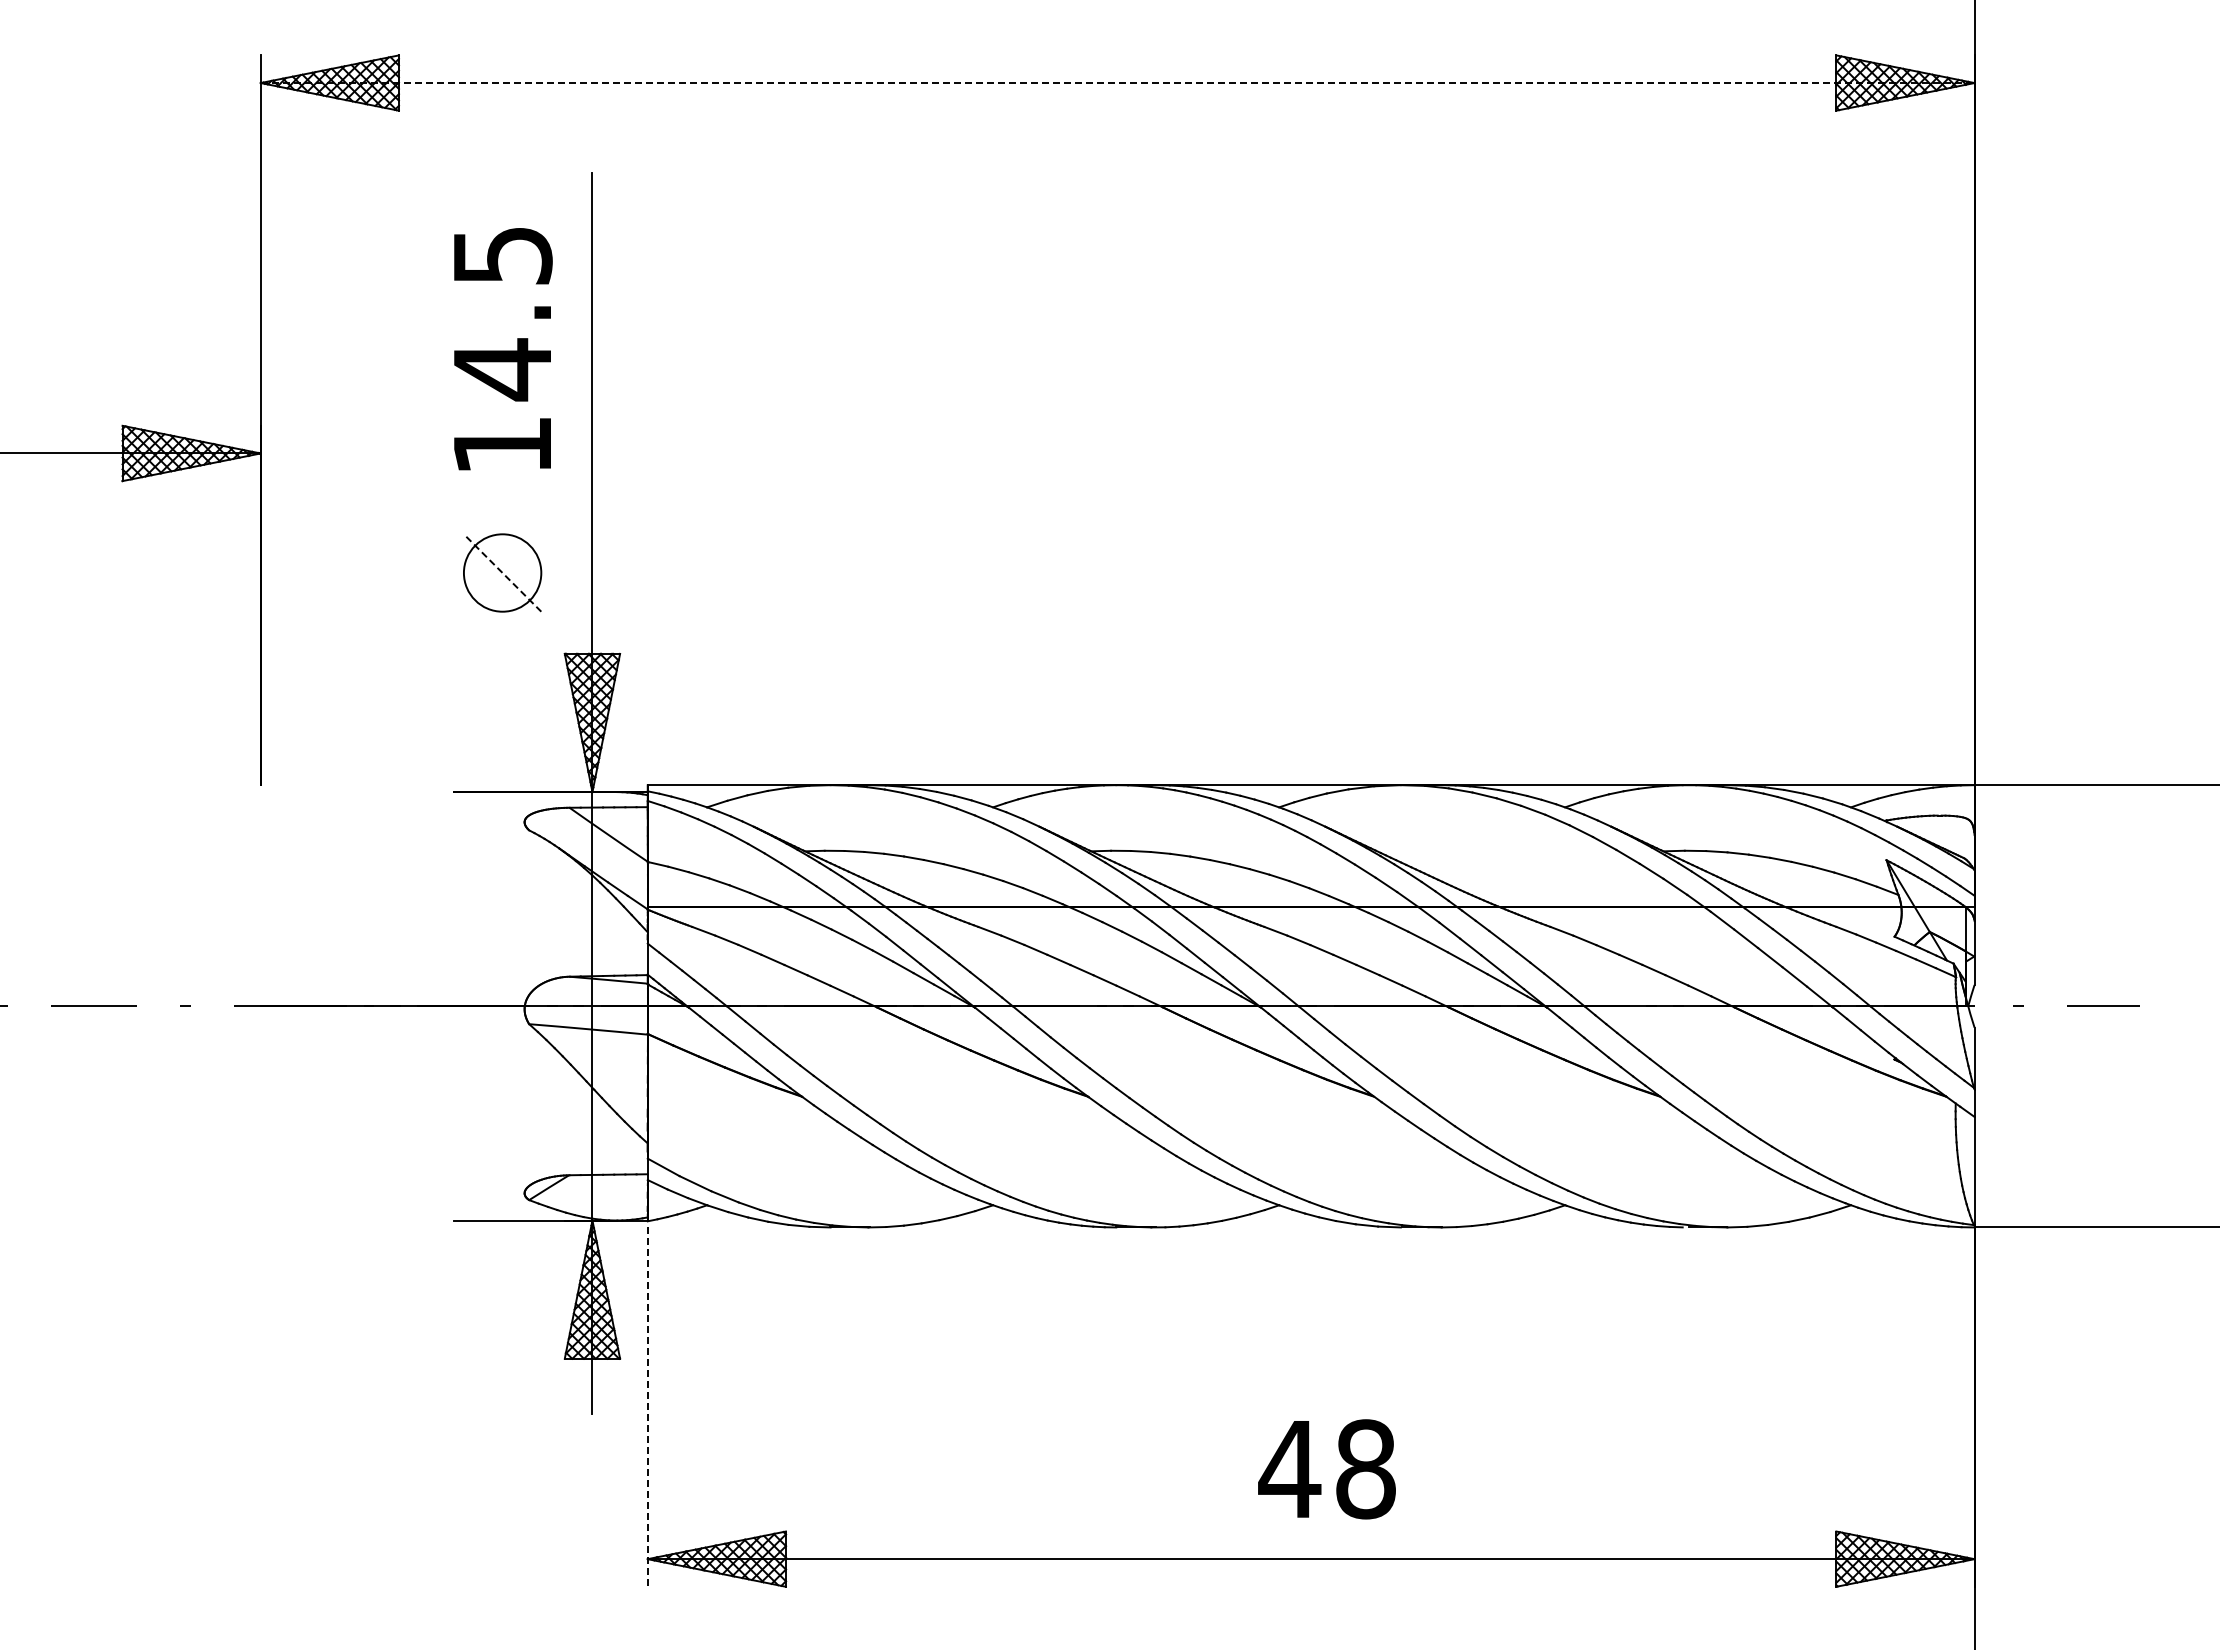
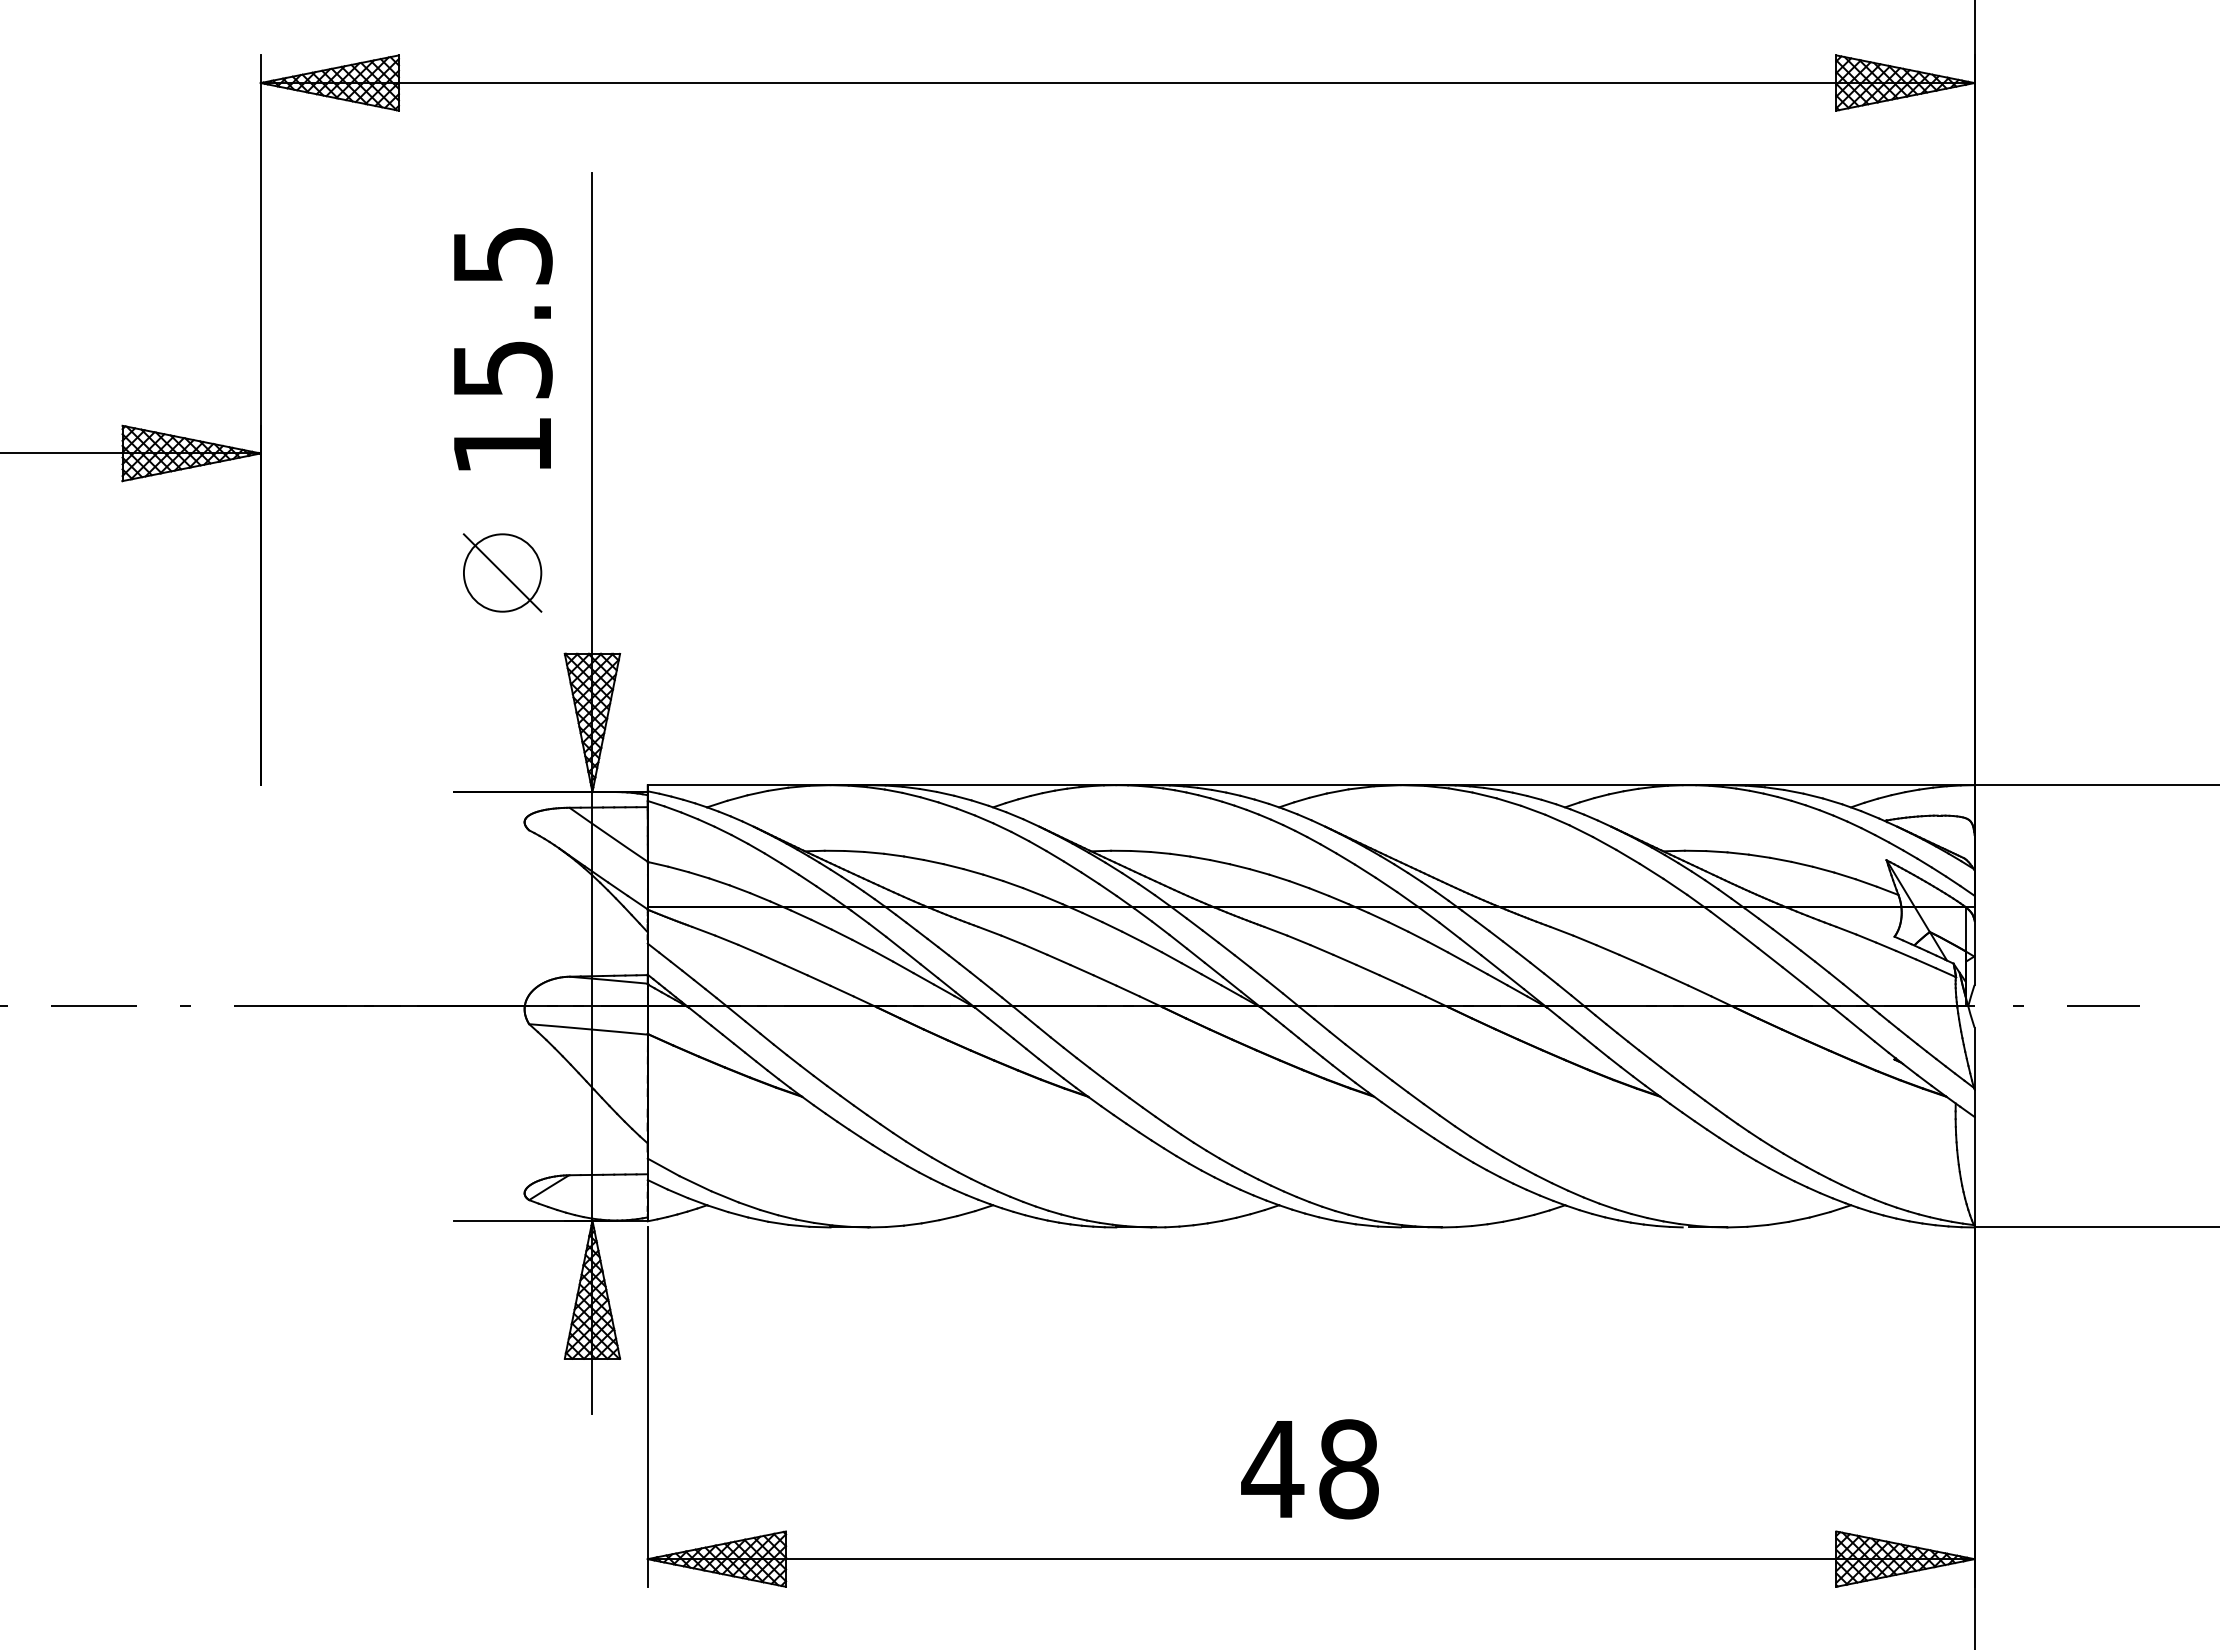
line at (1117, 83): dashed -> solid
text at (503, 369): 14.5 -> 15.5
line at (502, 573): dashed -> solid
line at (647, 1407): dashed -> solid
text at (1326, 1469) position: (1326, 1469) -> (1309, 1469)
